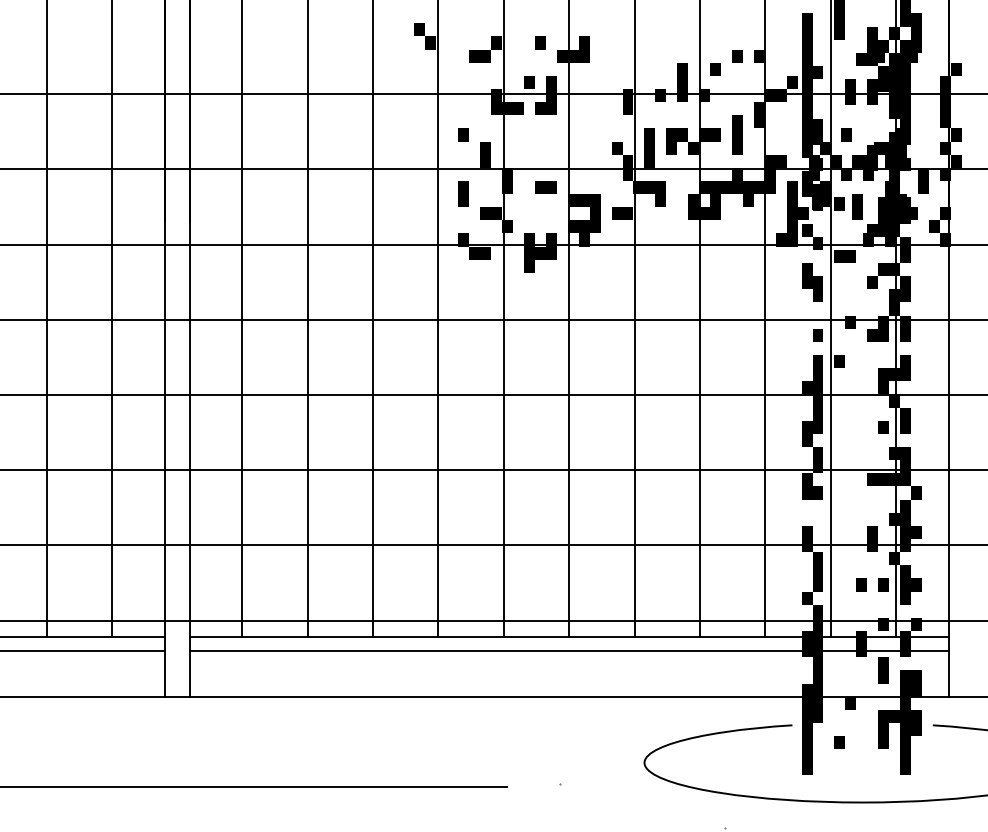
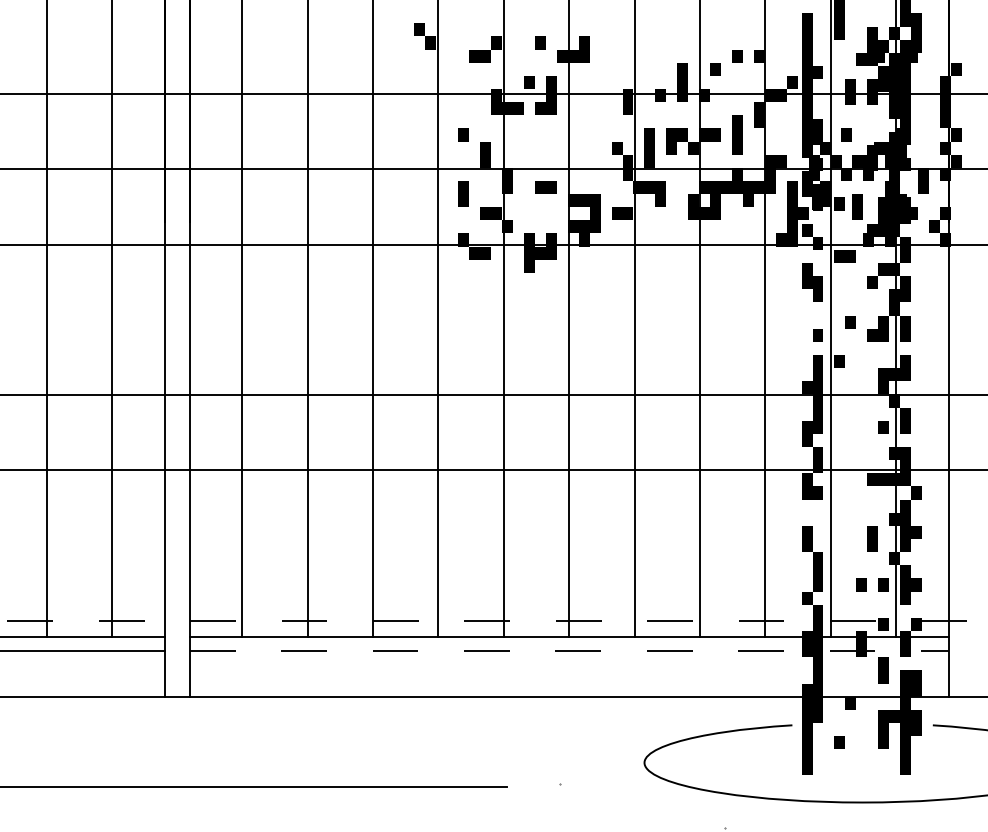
line at (493, 319): present -> none
line at (493, 545): present -> none
line at (494, 620): solid -> dashed
line at (569, 651): solid -> dashed
